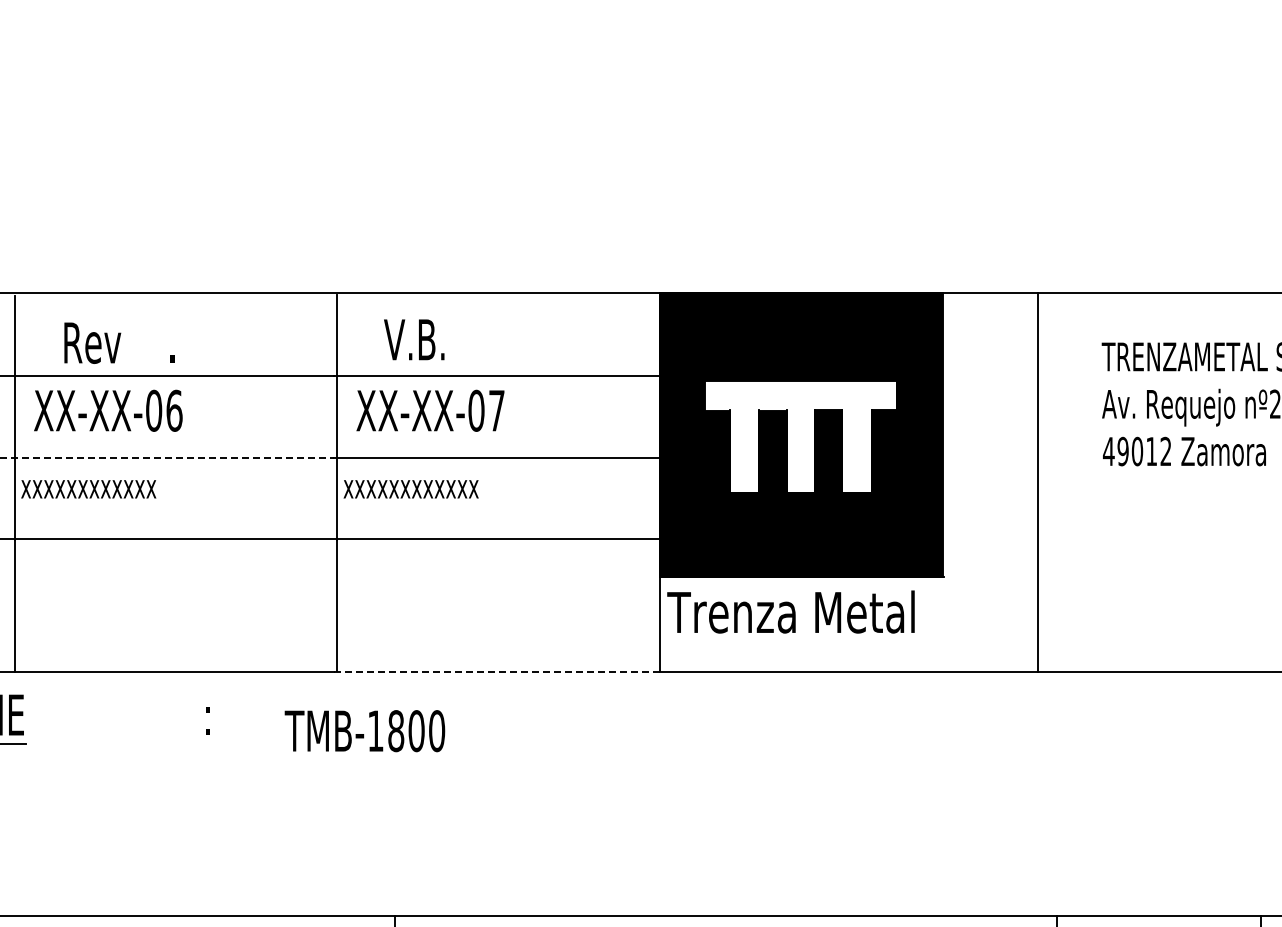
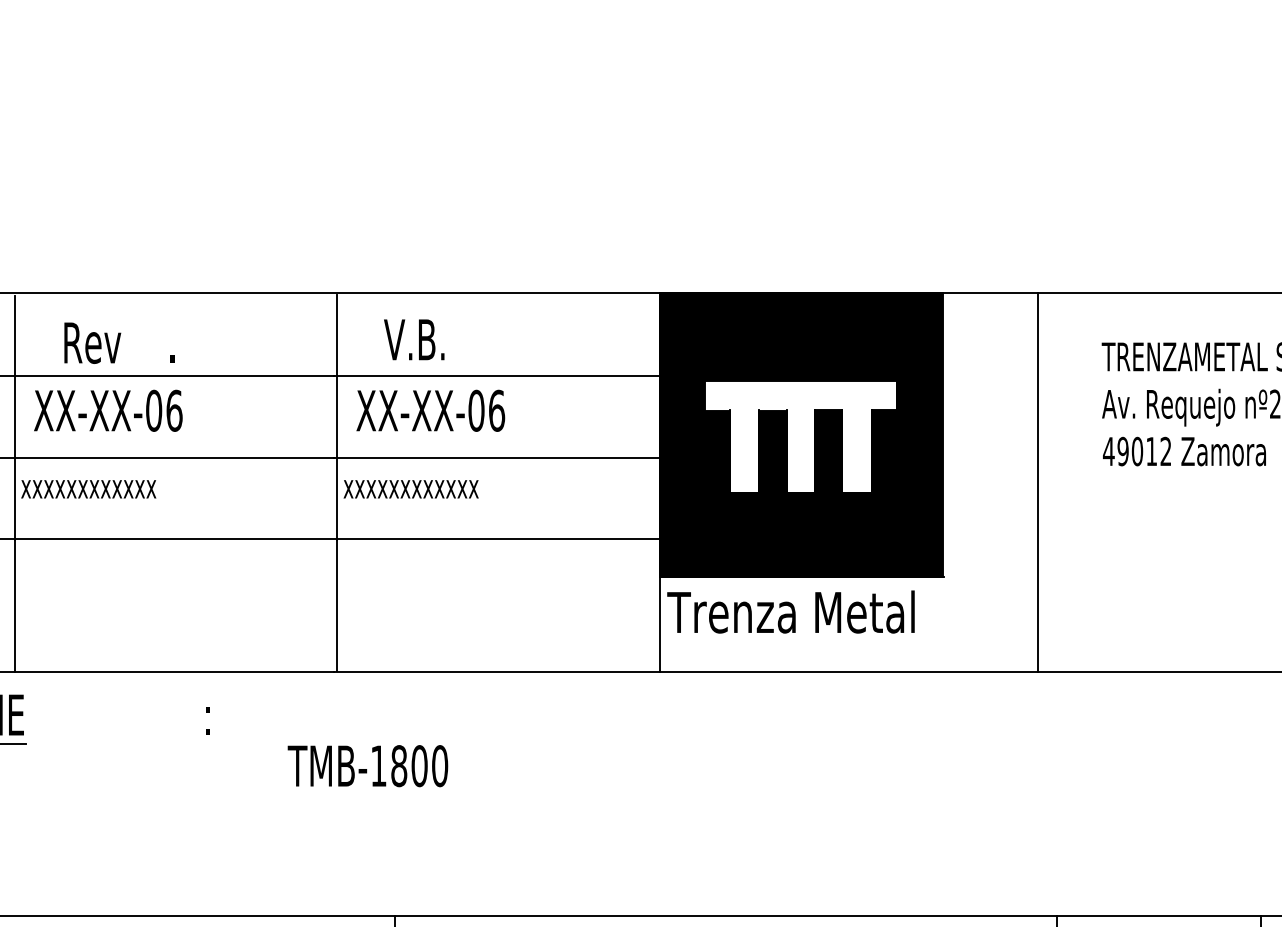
text at (497, 410): XX-XX-07 -> XX-XX-06
line at (166, 457): dashed -> solid
line at (496, 671): dashed -> solid
text at (364, 731) position: (364, 731) -> (367, 766)
